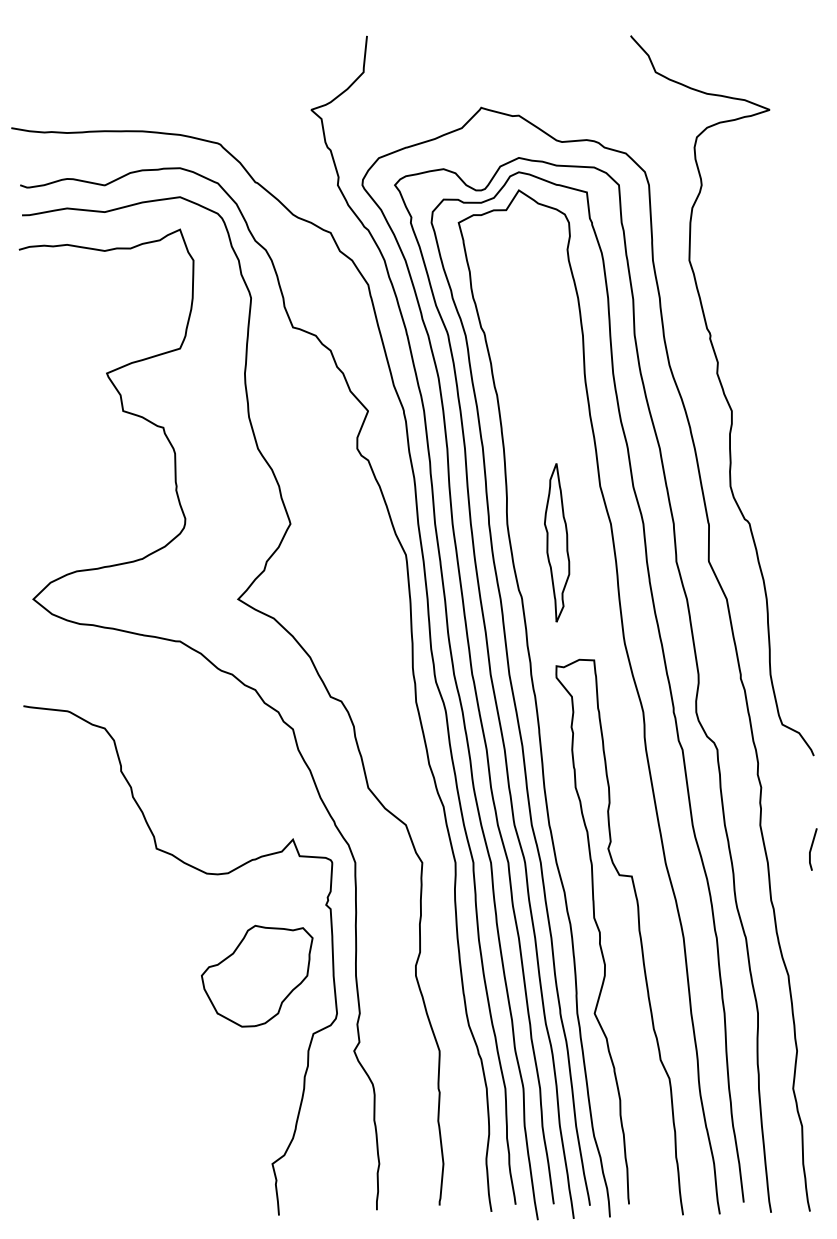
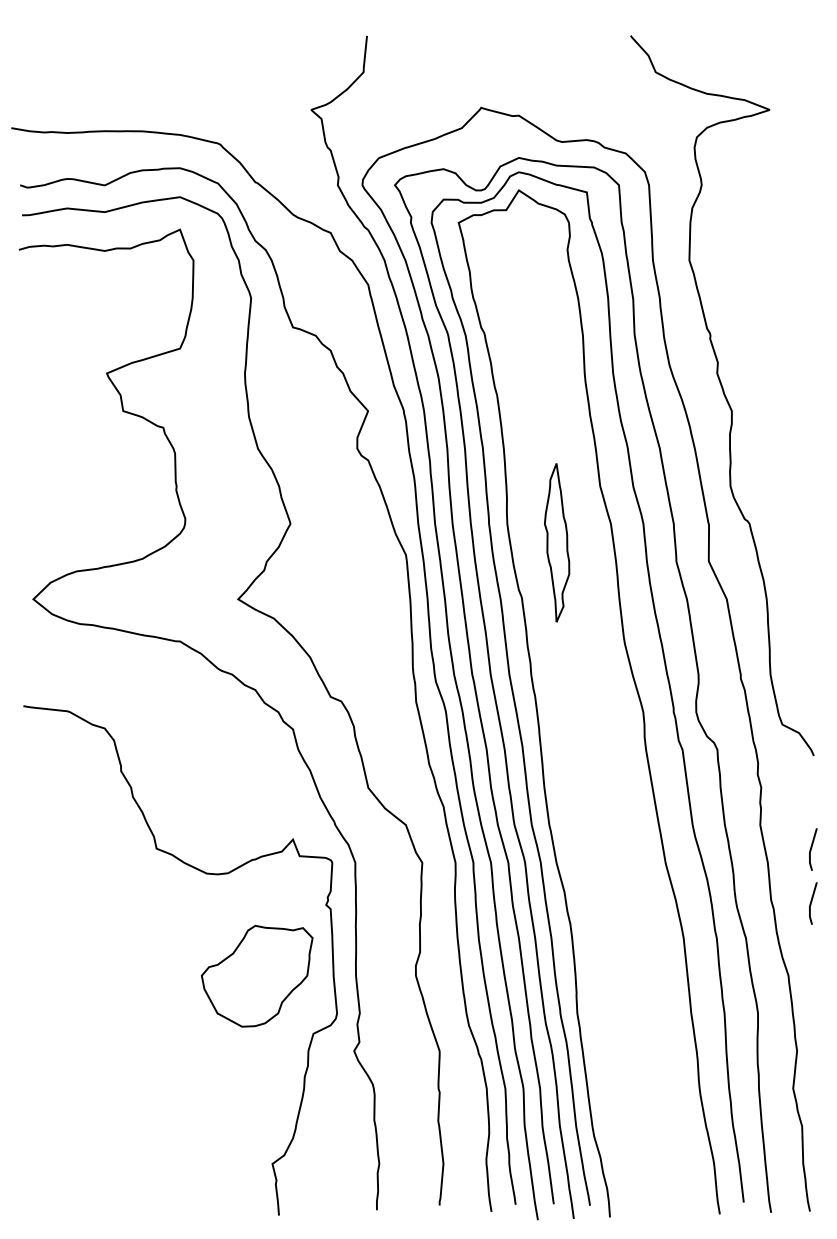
line at (811, 903): none -> present
curve at (600, 936): present -> none
